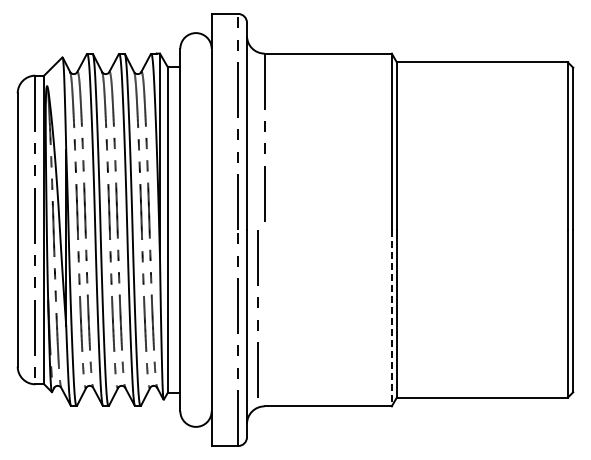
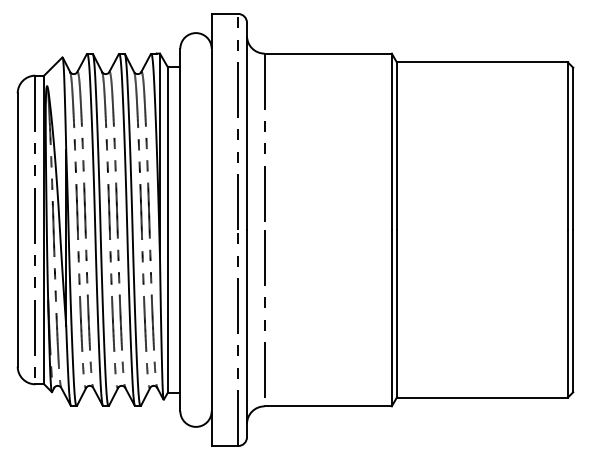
line at (257, 307) position: (257, 307) -> (264, 307)
line at (391, 318): dashed -> solid
